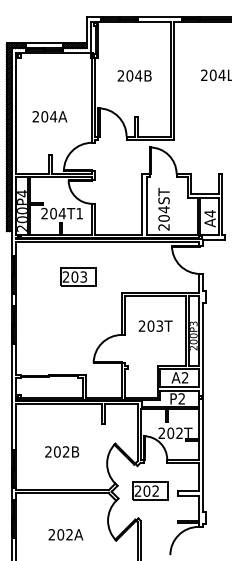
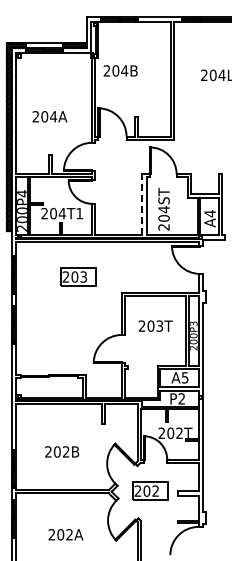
text at (134, 75) position: (134, 75) -> (120, 70)
line at (142, 204): solid -> dashed
text at (184, 377): A2 -> A5
